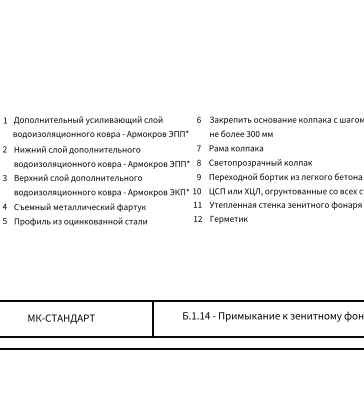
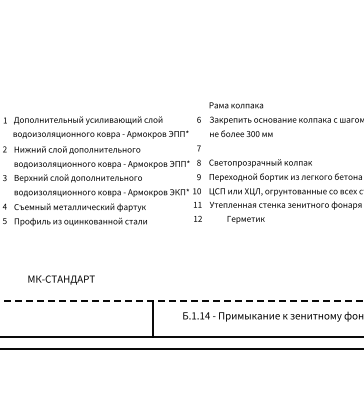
text at (236, 148) position: (236, 148) -> (236, 105)
text at (228, 219) position: (228, 219) -> (245, 219)
line at (181, 301): solid -> dashed
text at (61, 318) position: (61, 318) -> (61, 279)
